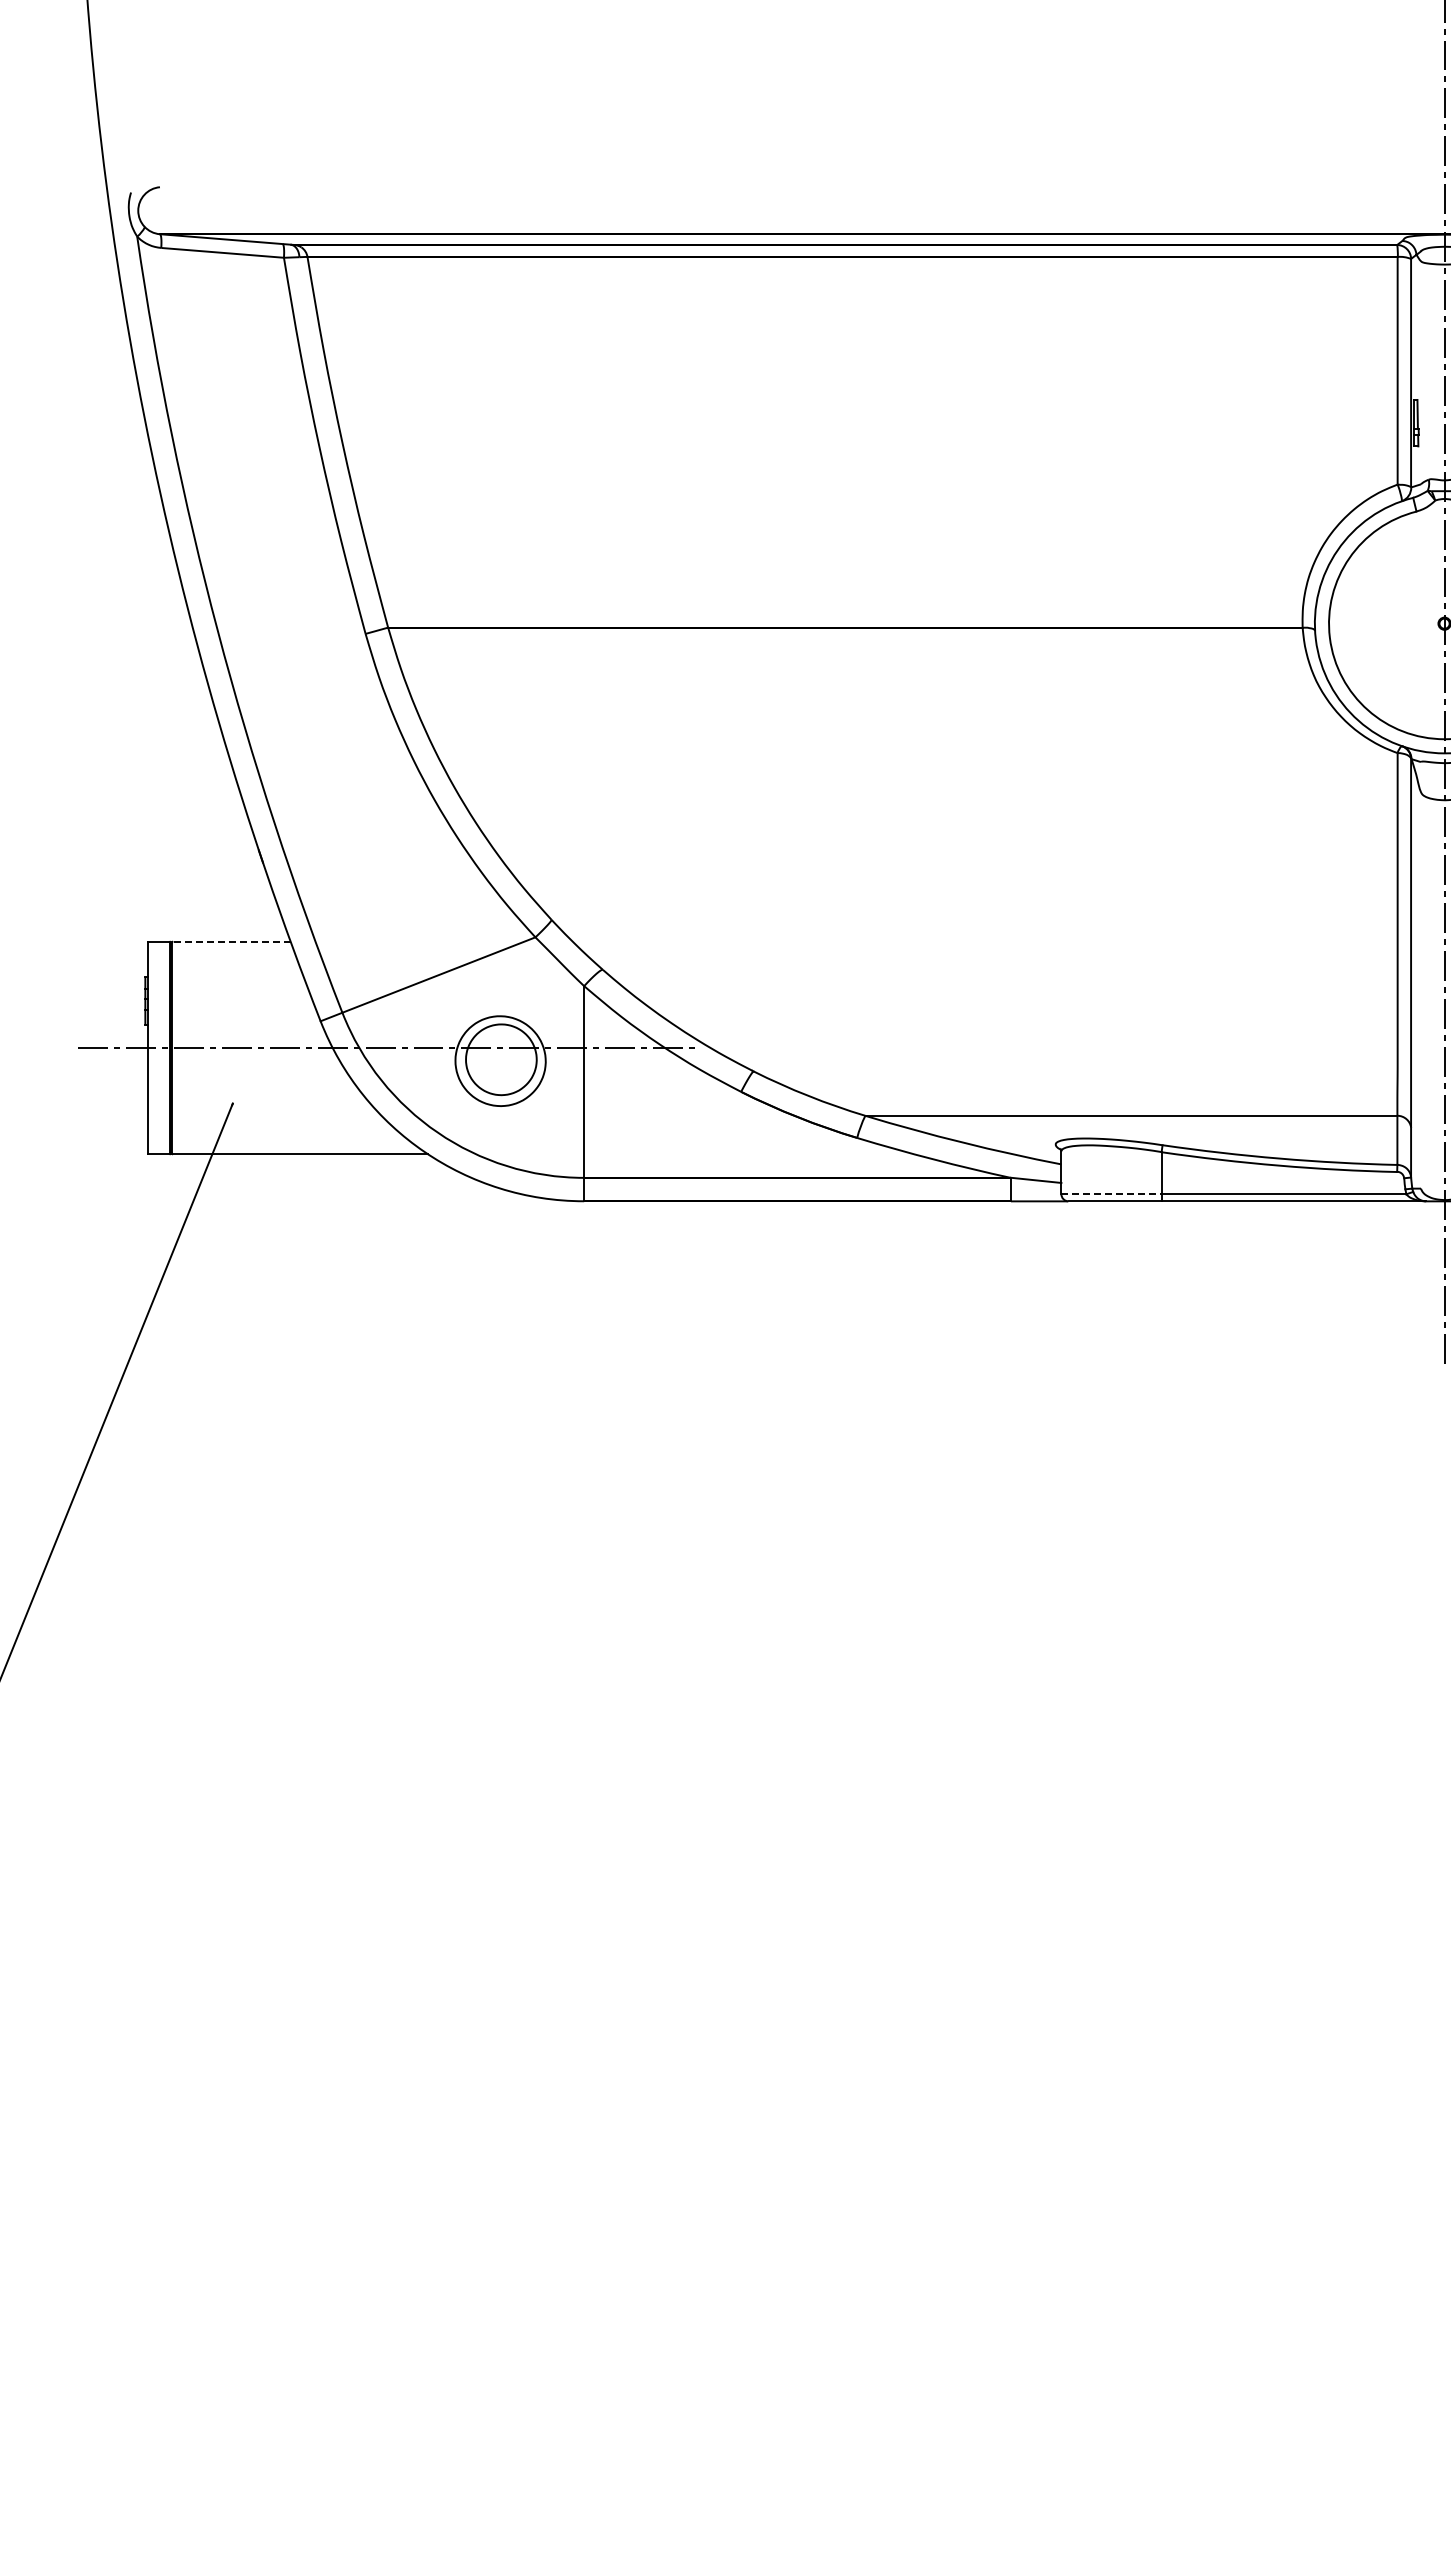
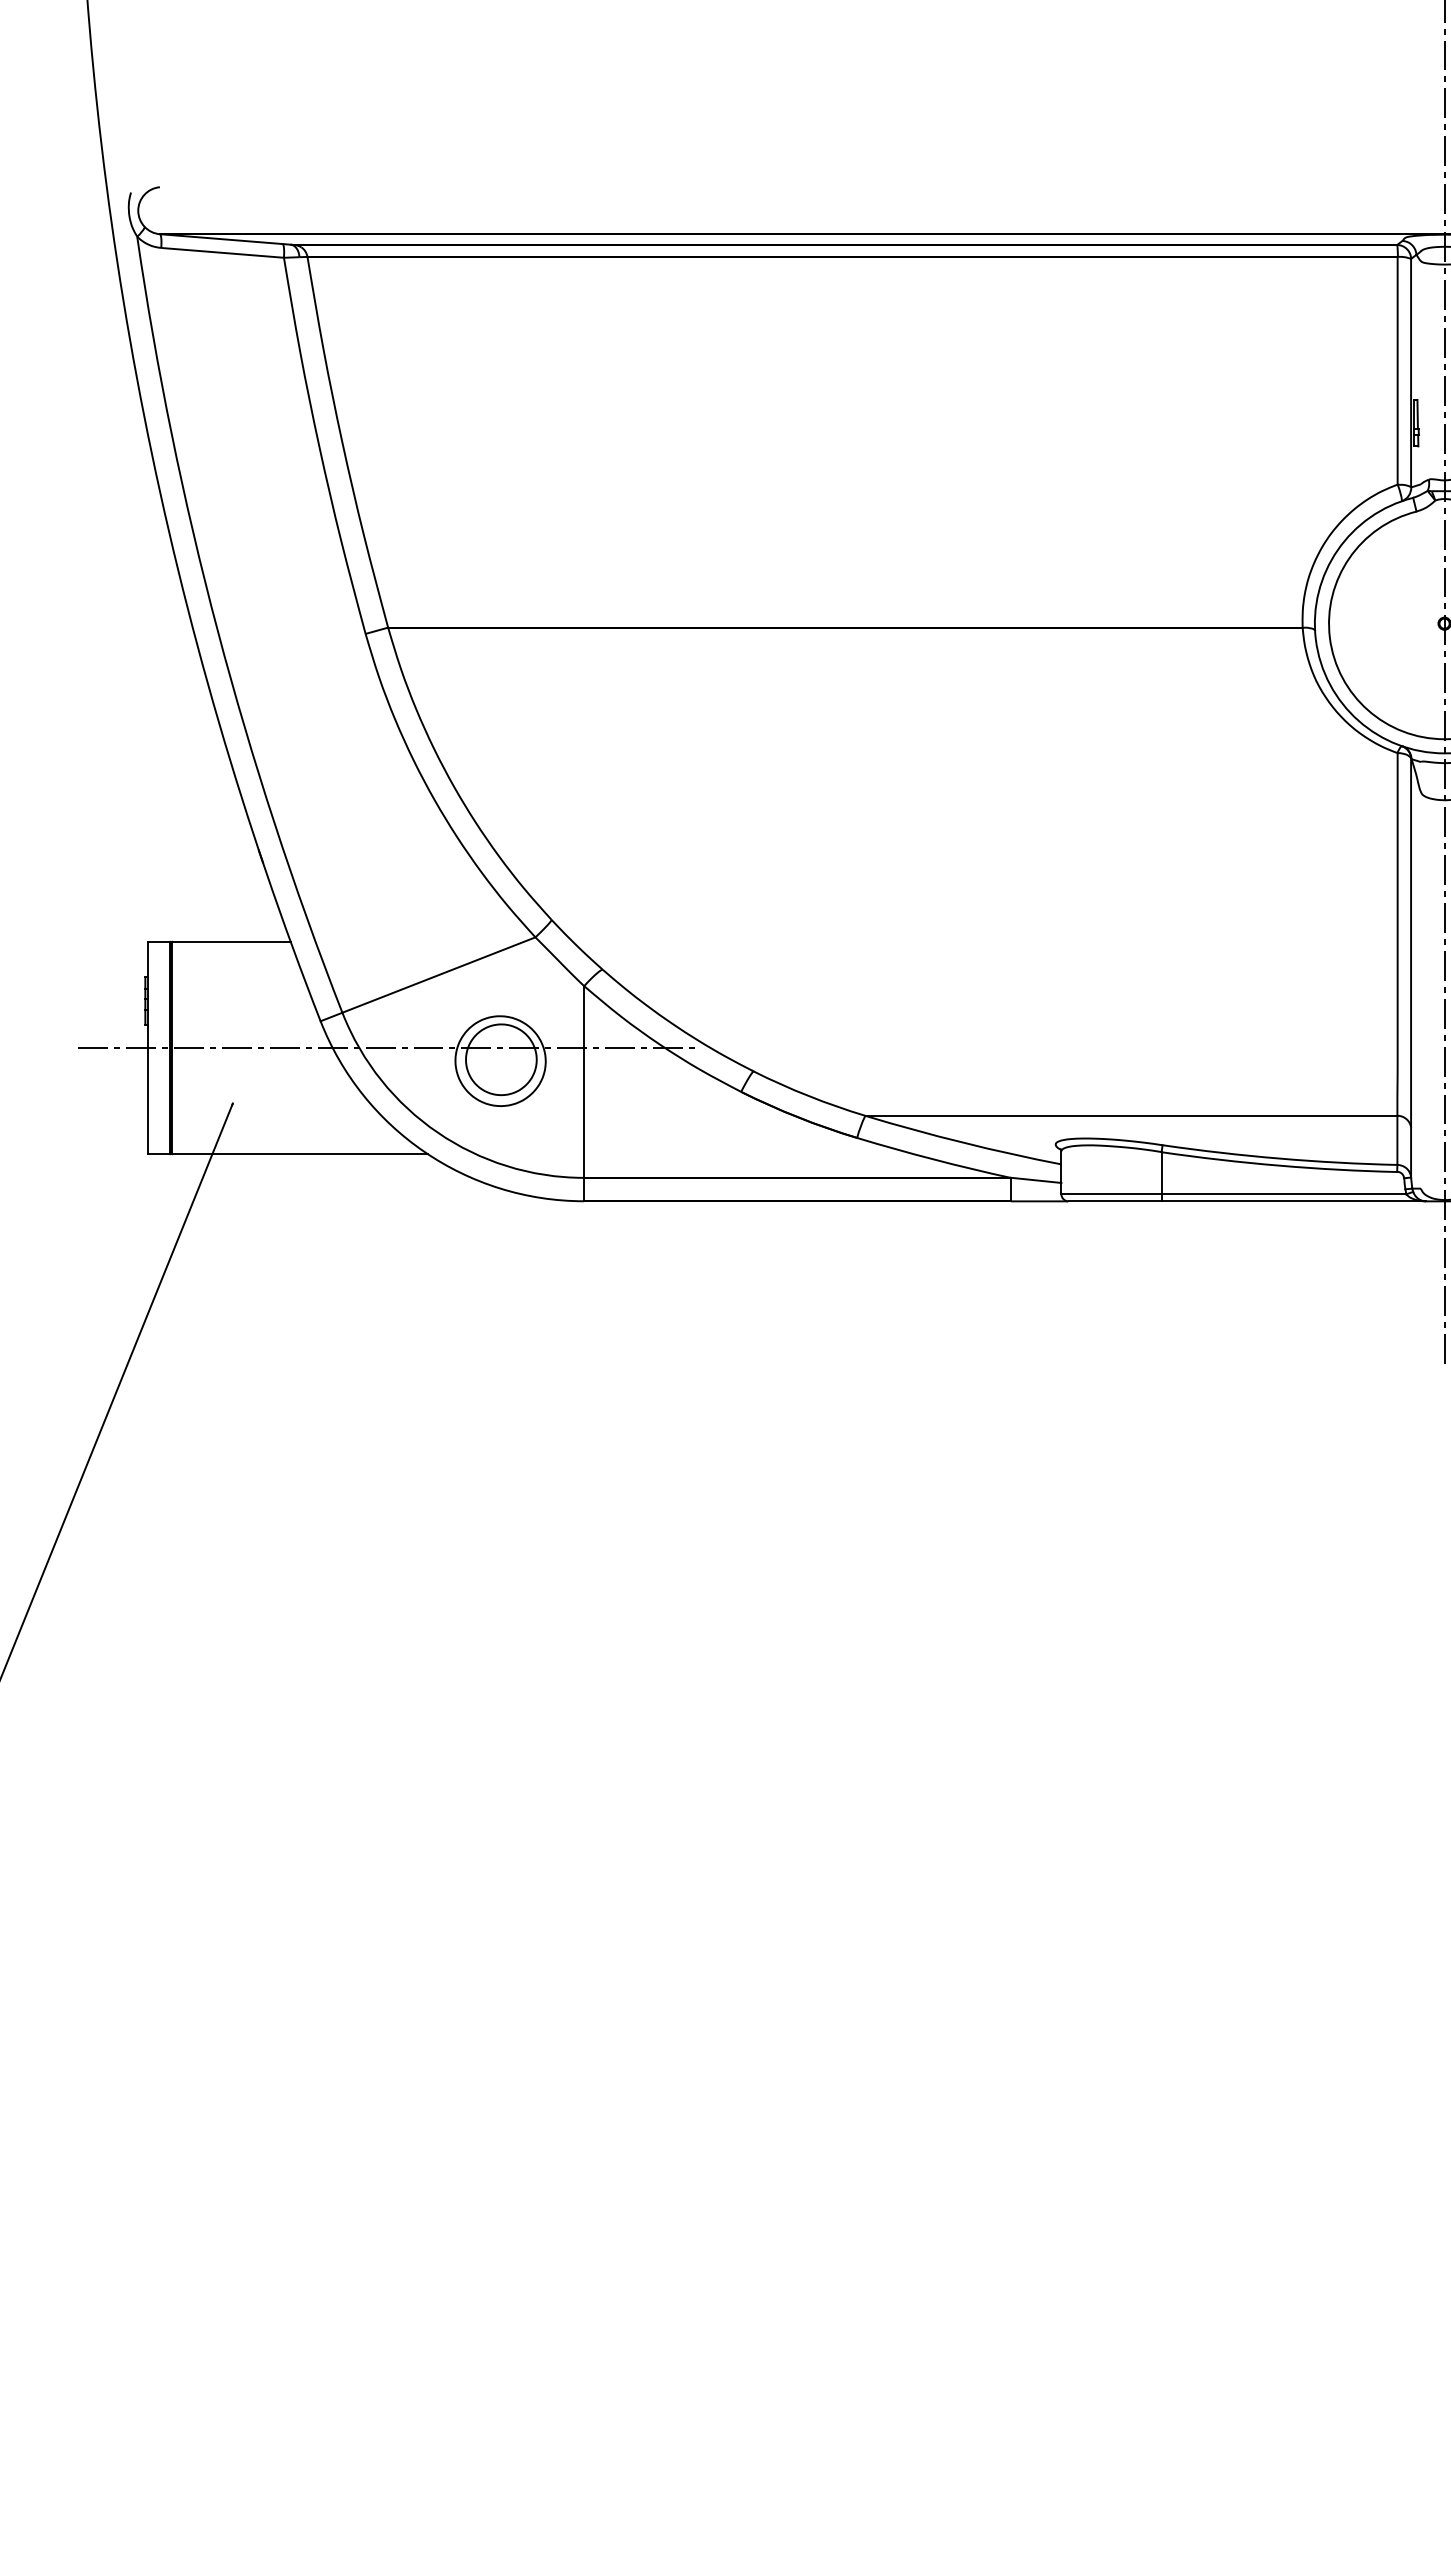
line at (231, 941): dashed -> solid
line at (1112, 1194): dashed -> solid
